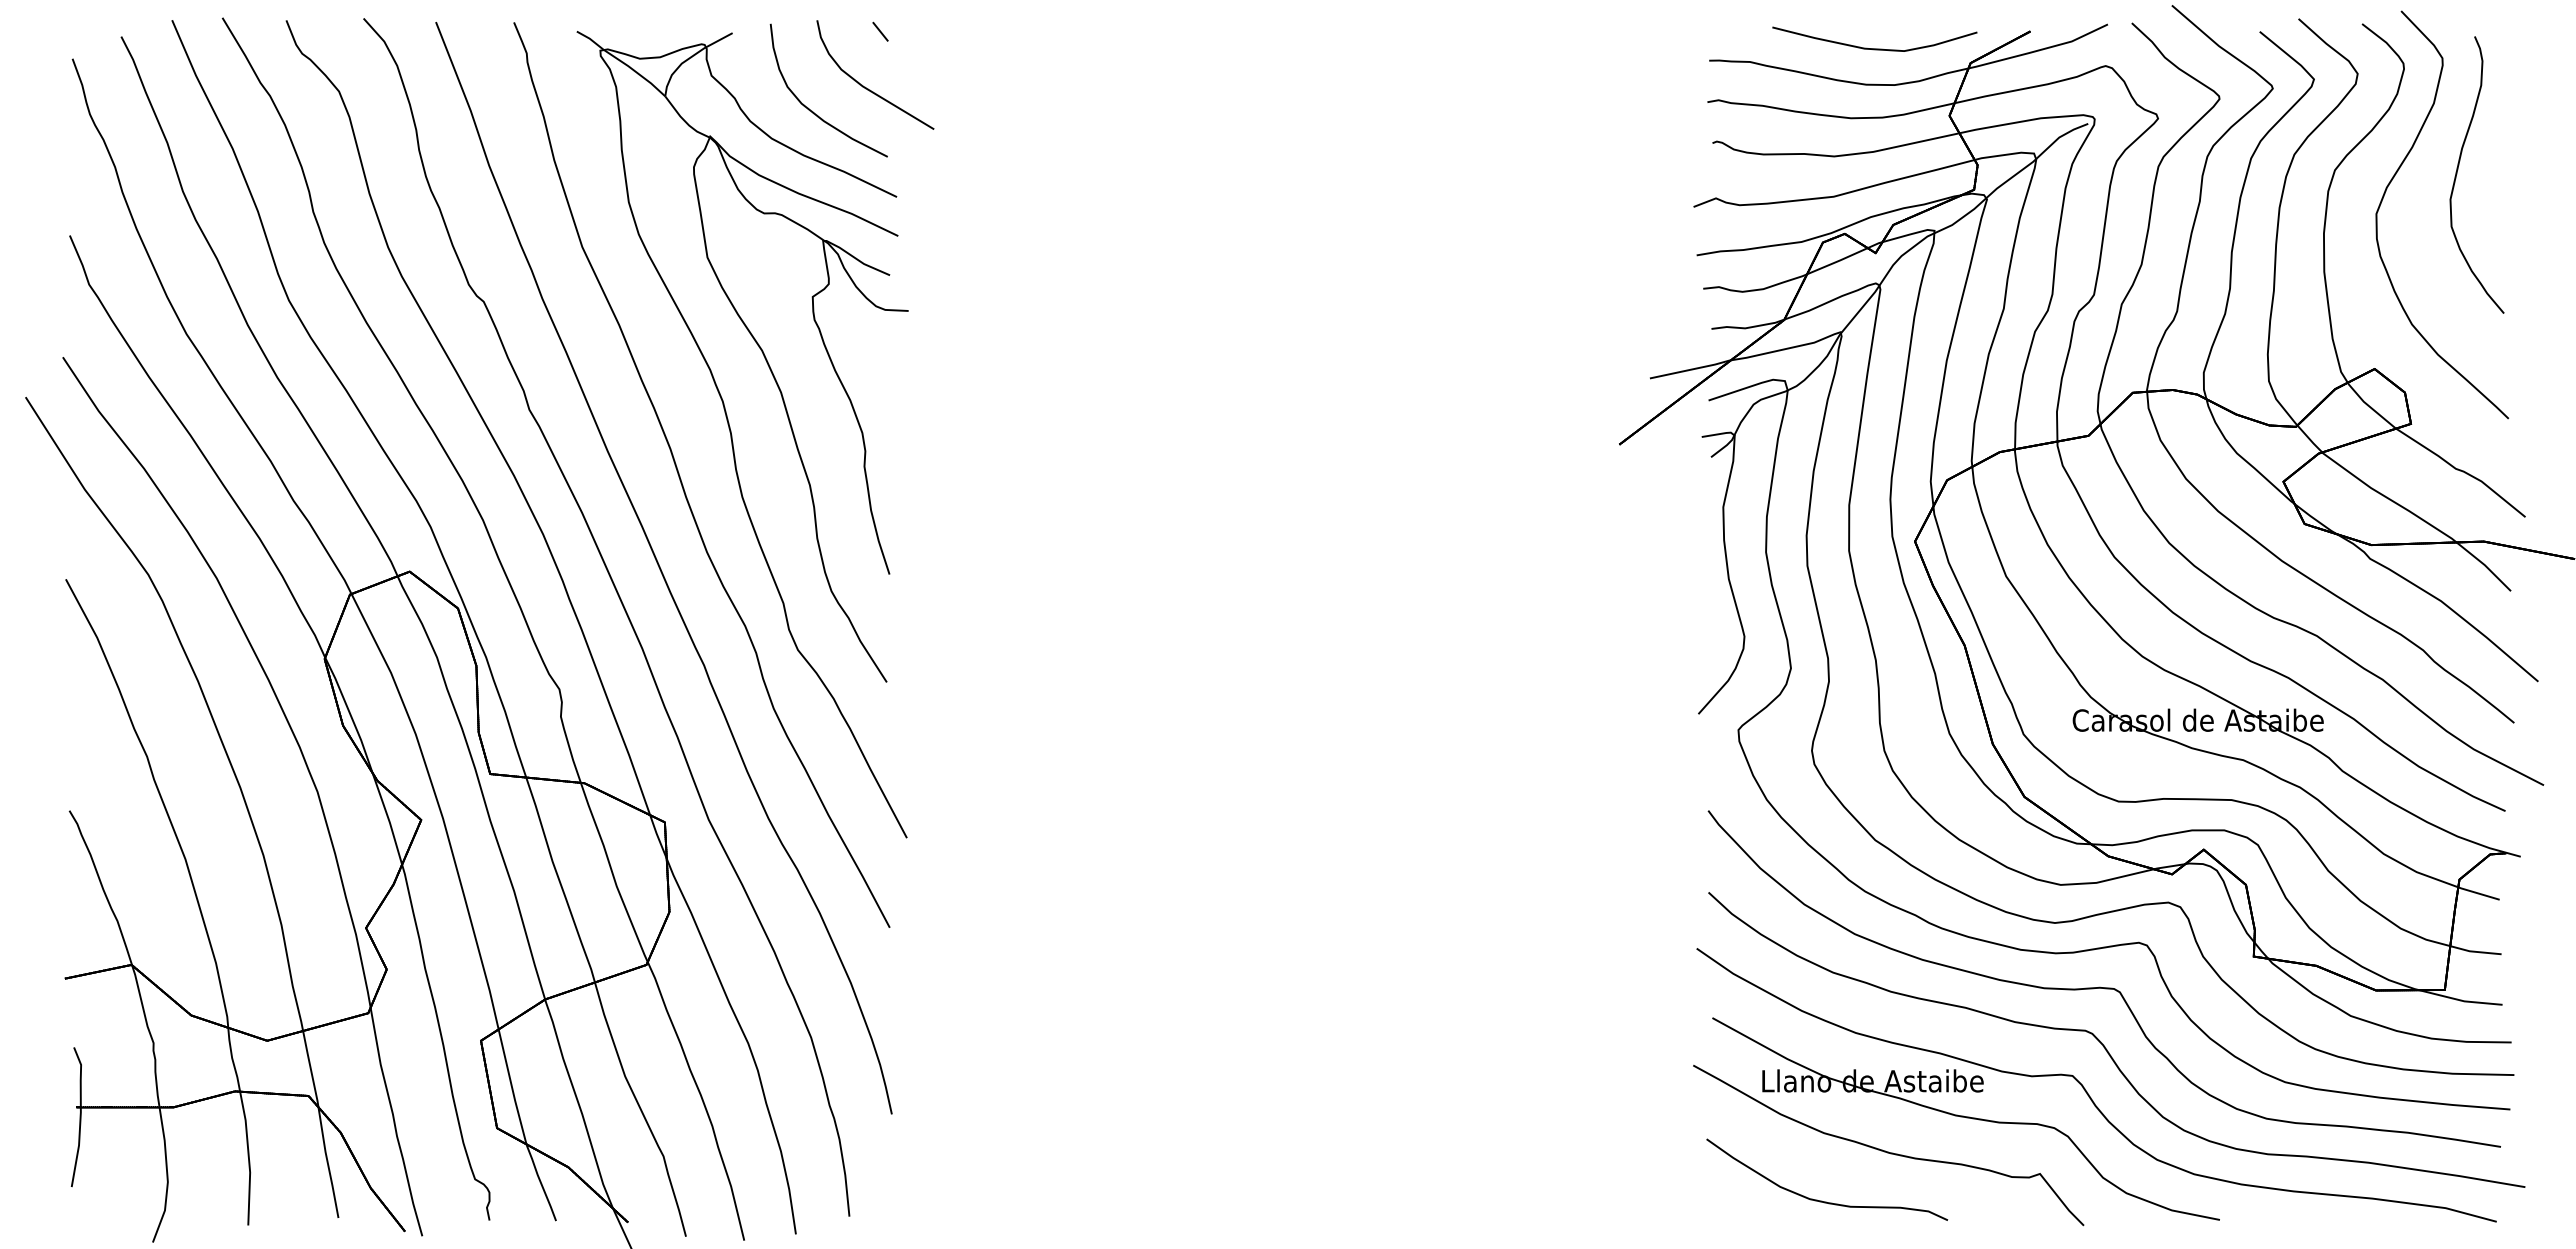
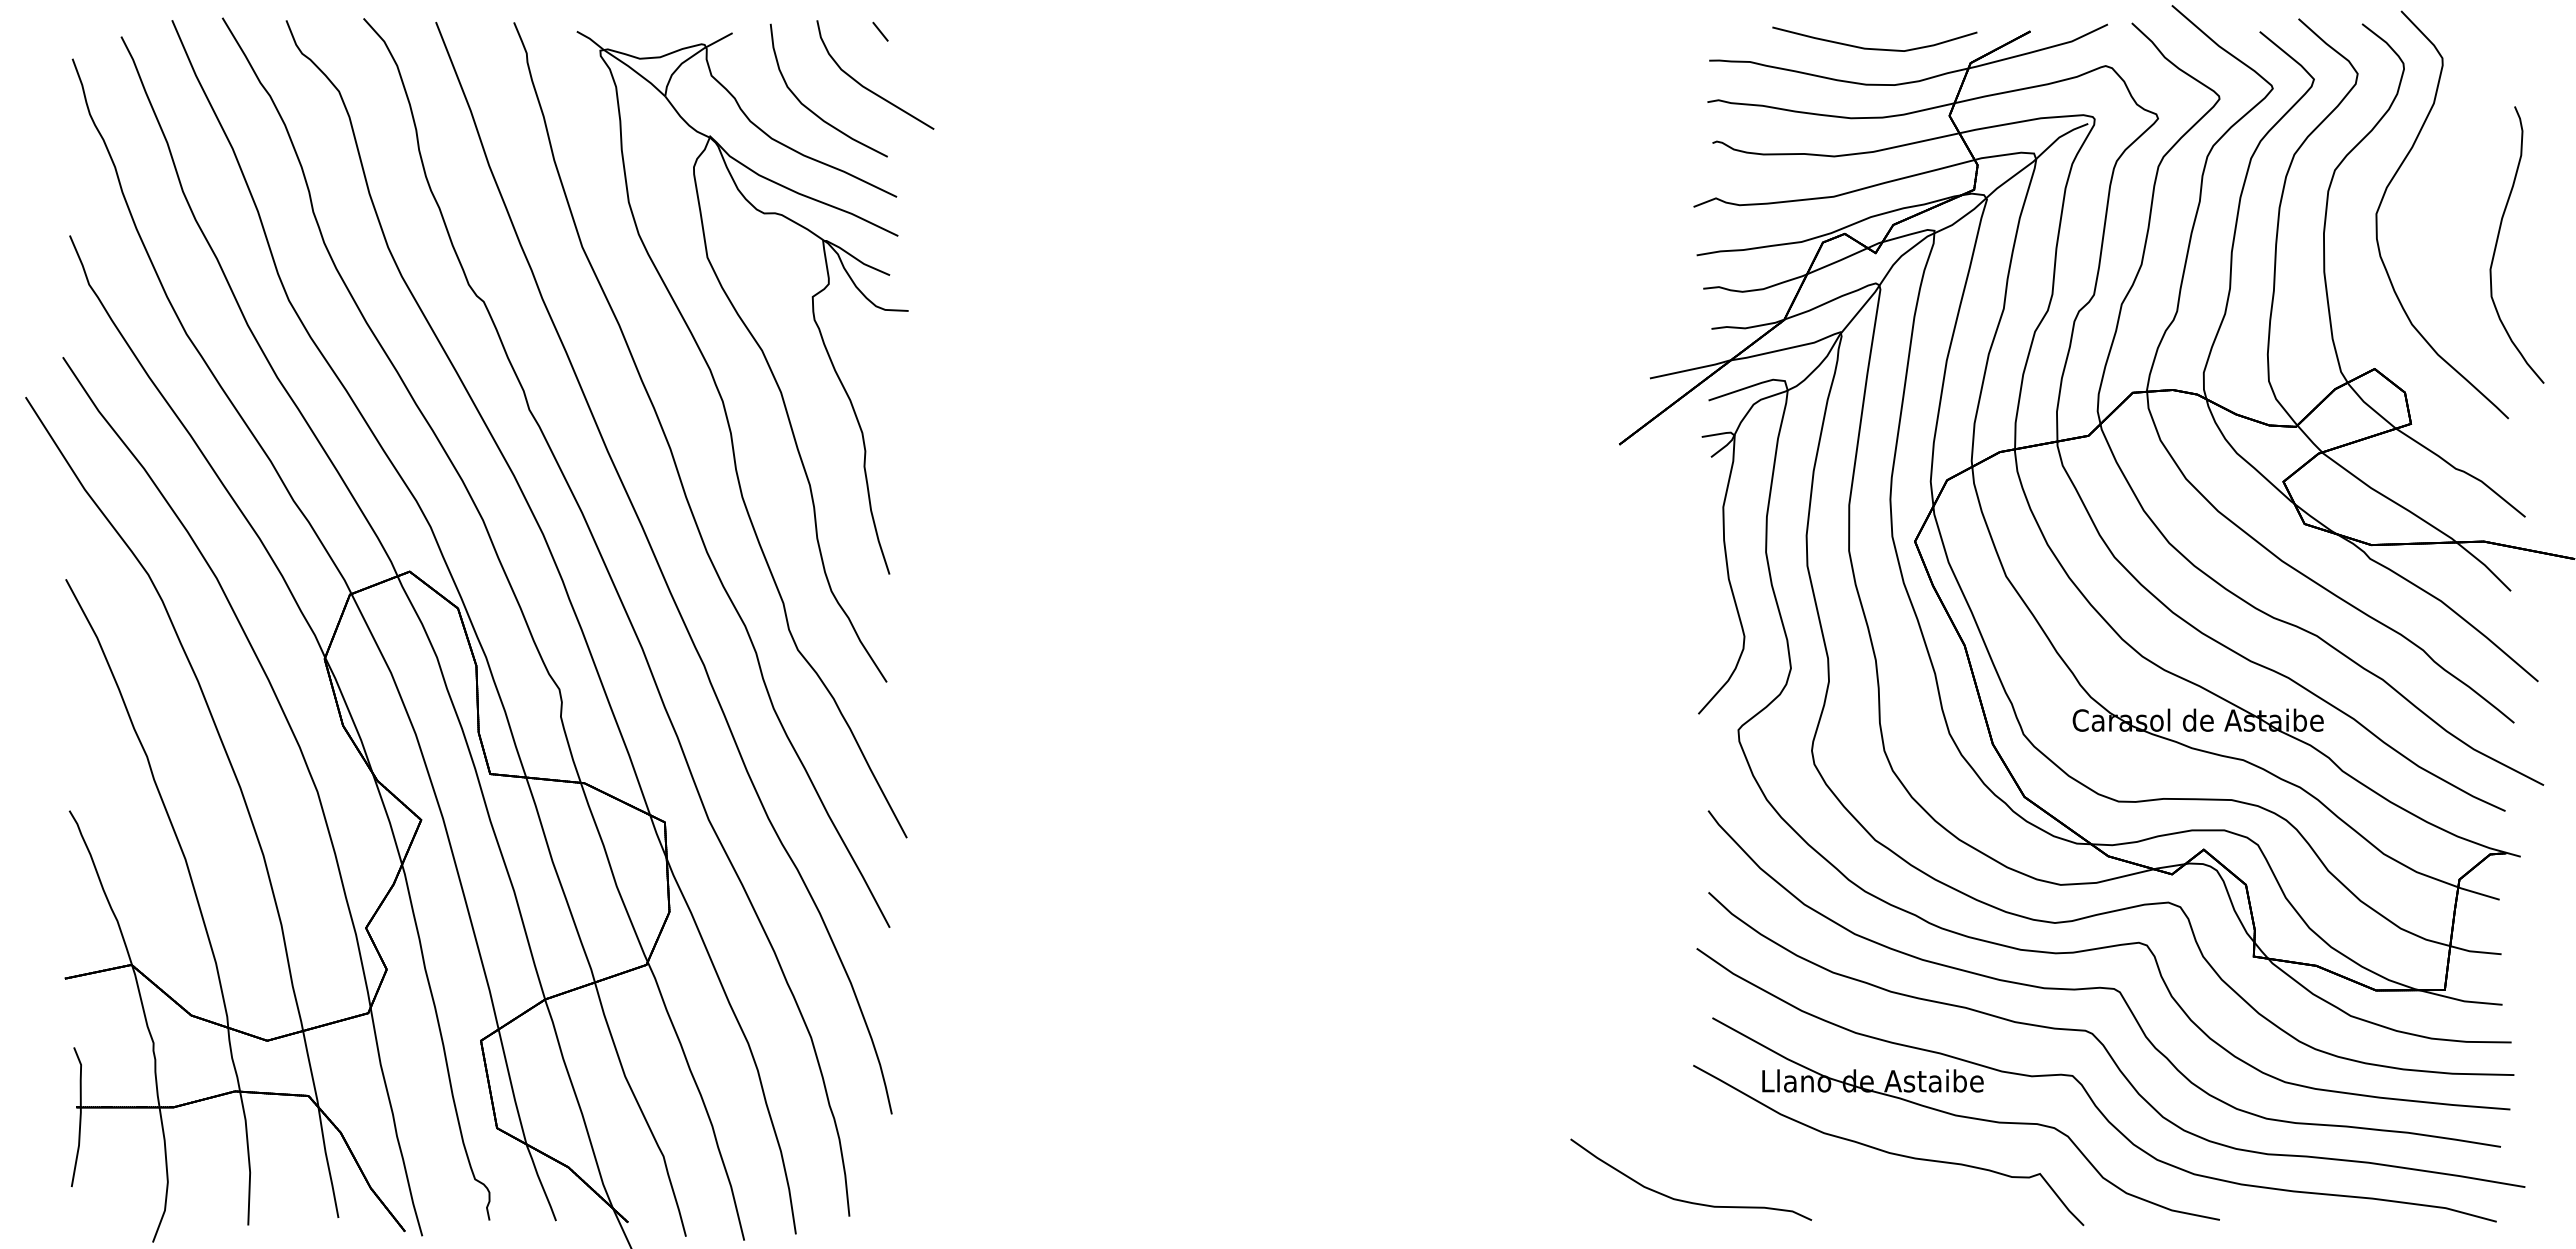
part at (2458, 169) position: (2458, 169) -> (2498, 239)
part at (1822, 1200) position: (1822, 1200) -> (1686, 1200)
